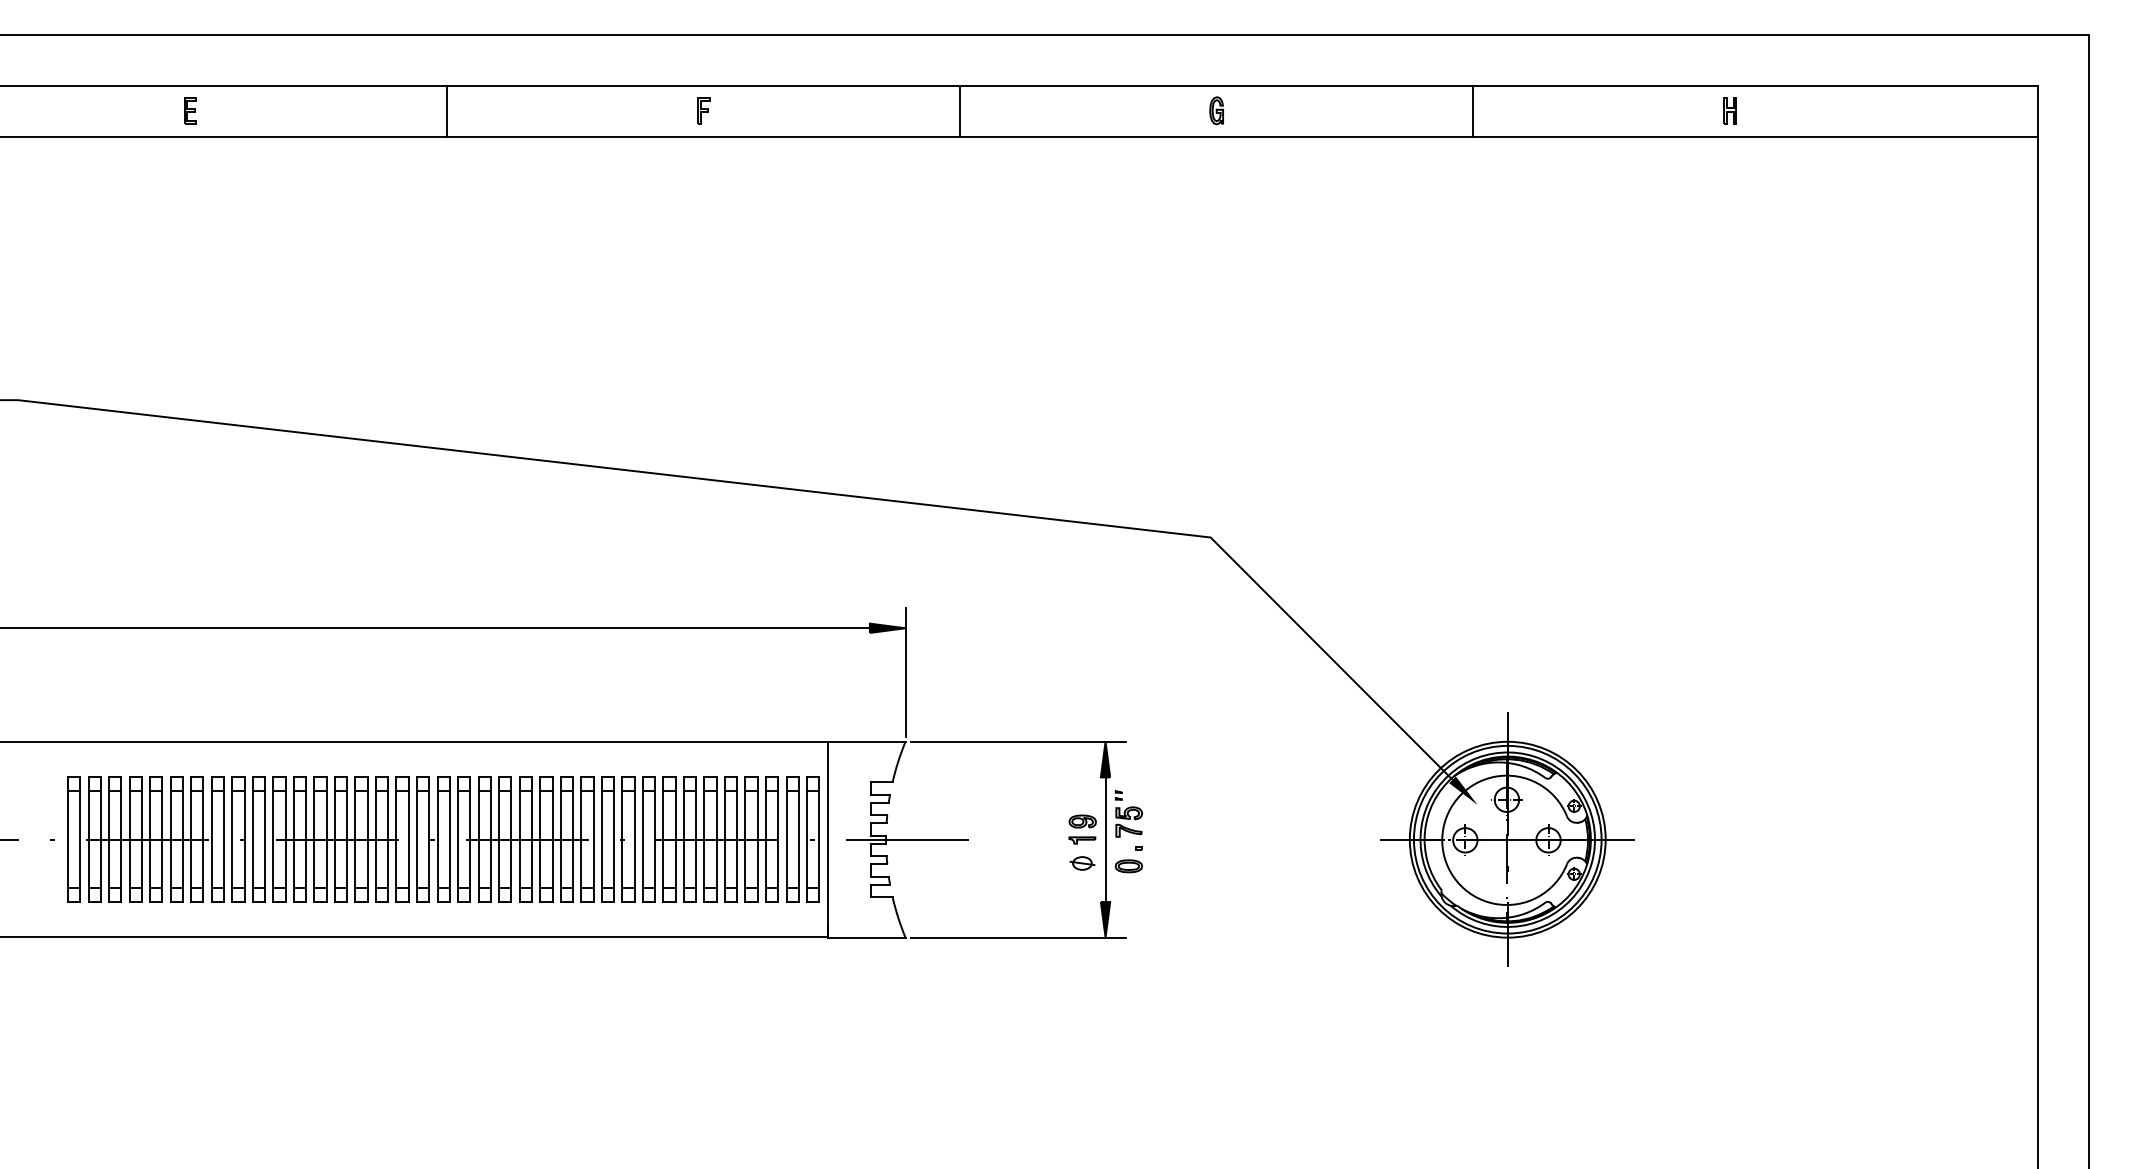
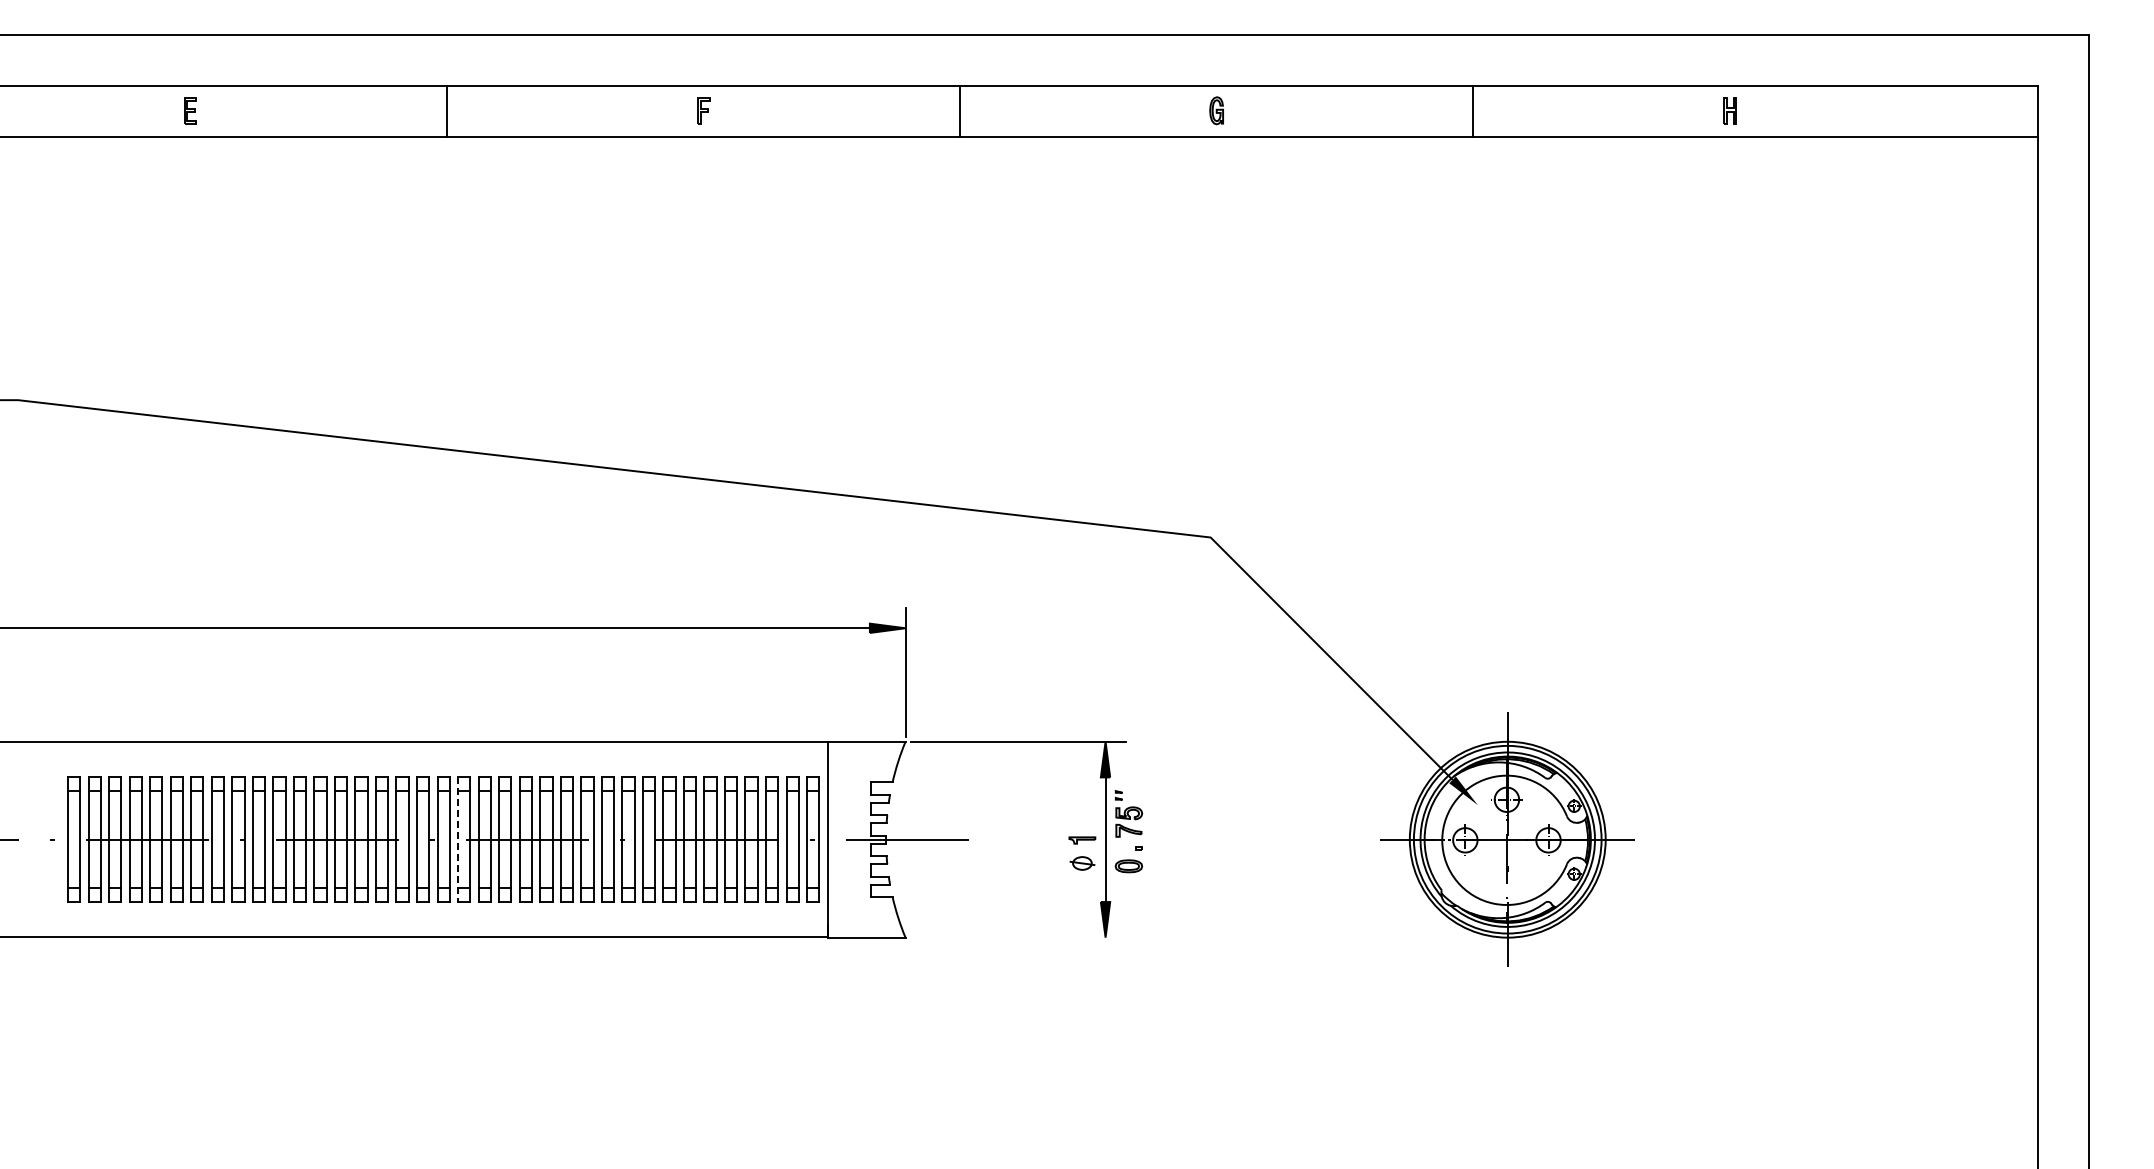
part at (1082, 821): present -> none
line at (458, 840): solid -> dashed
line at (1018, 937): present -> none
